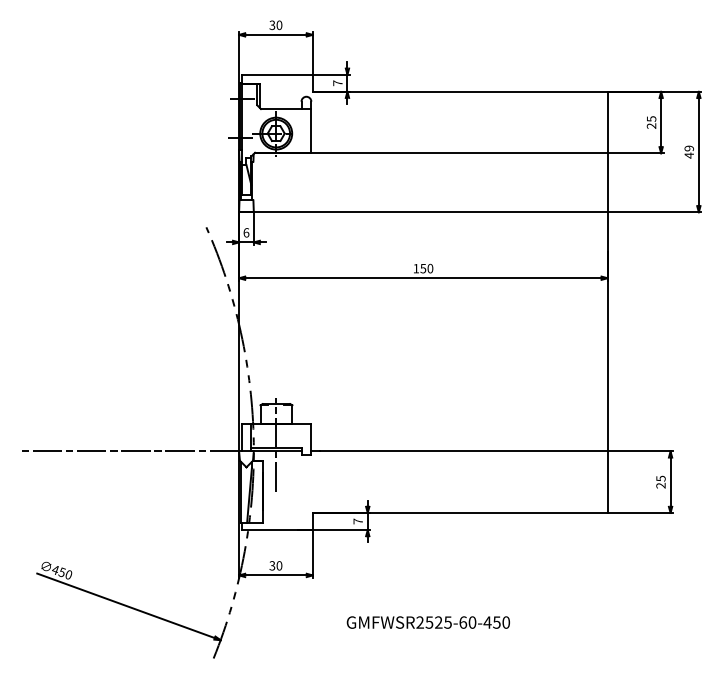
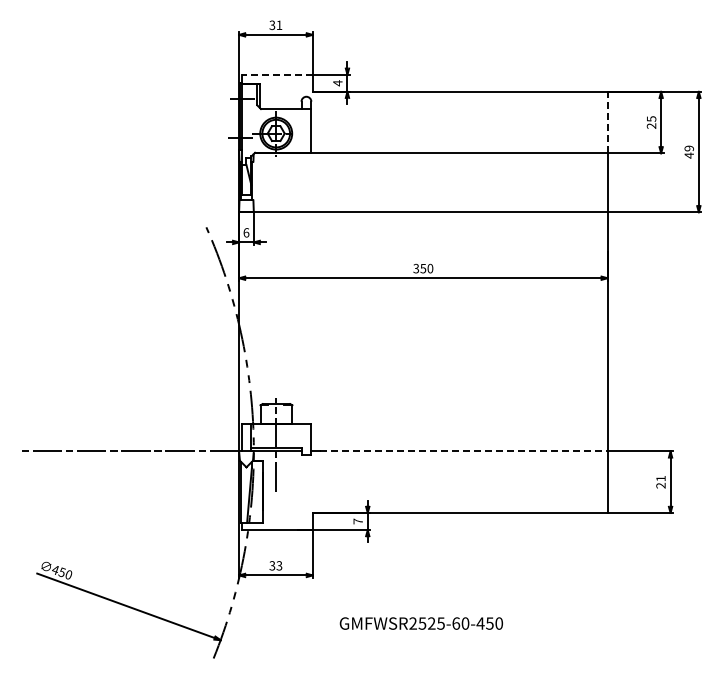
text at (279, 25): 30 -> 31
line at (277, 74): solid -> dashed
text at (337, 83): 7 -> 4
line at (607, 122): solid -> dashed
text at (416, 268): 150 -> 350
line at (463, 451): solid -> dashed
text at (660, 478): 25 -> 21
text at (279, 565): 30 -> 33
text at (427, 622) position: (427, 622) -> (420, 623)
